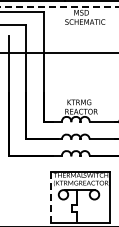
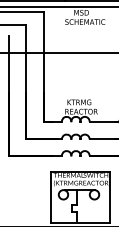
line at (59, 6): dashed -> solid
line at (50, 196): dashed -> solid
